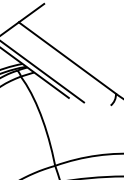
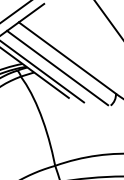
line at (15, 11): none -> present
line at (108, 19): none -> present
line at (57, 67): none -> present
